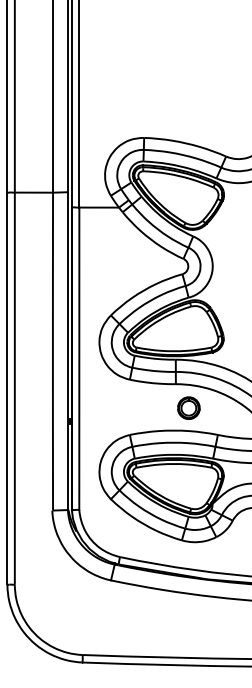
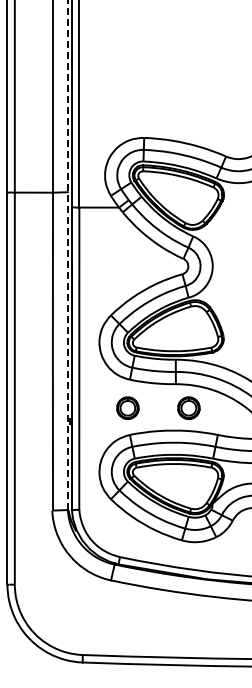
line at (67, 255): solid -> dashed
part at (127, 407): none -> present
